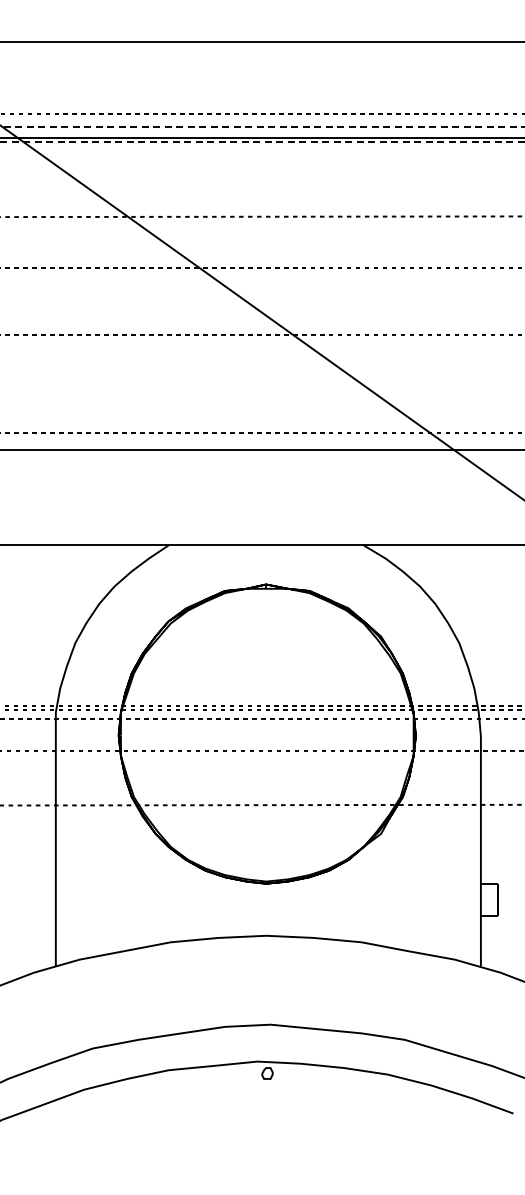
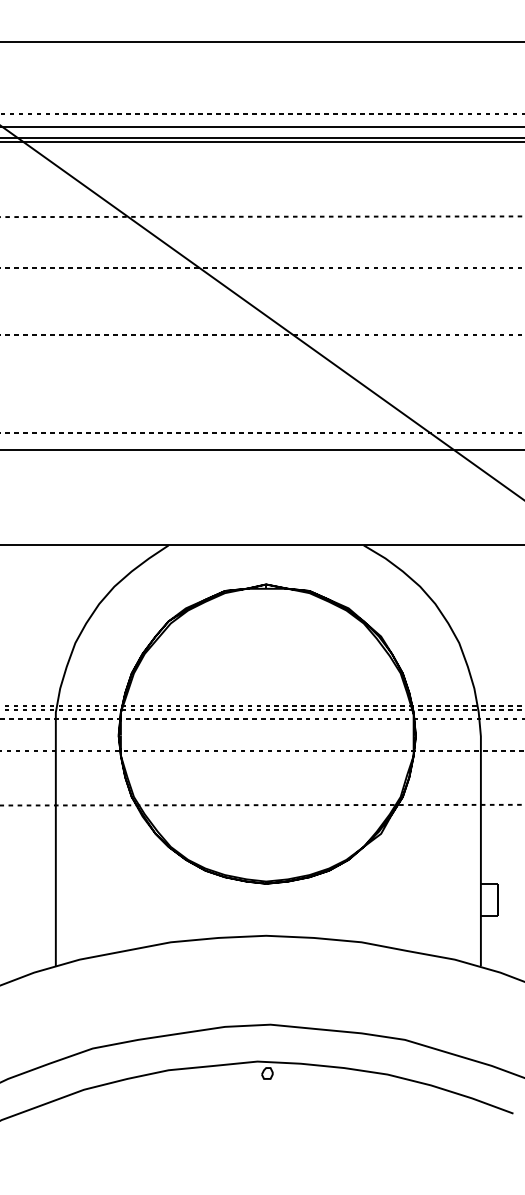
line at (262, 126): dashed -> solid
line at (262, 142): dashed -> solid
